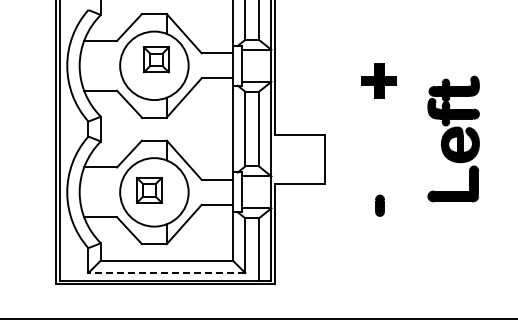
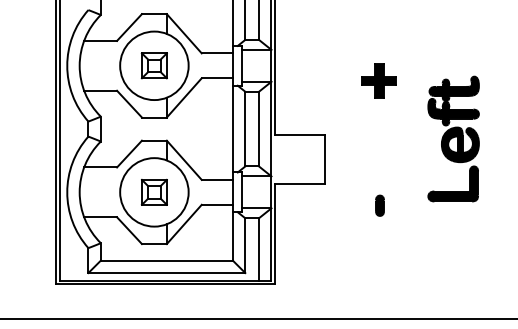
part at (155, 59) position: (155, 59) -> (153, 65)
part at (148, 189) position: (148, 189) -> (153, 191)
line at (166, 273): dashed -> solid
